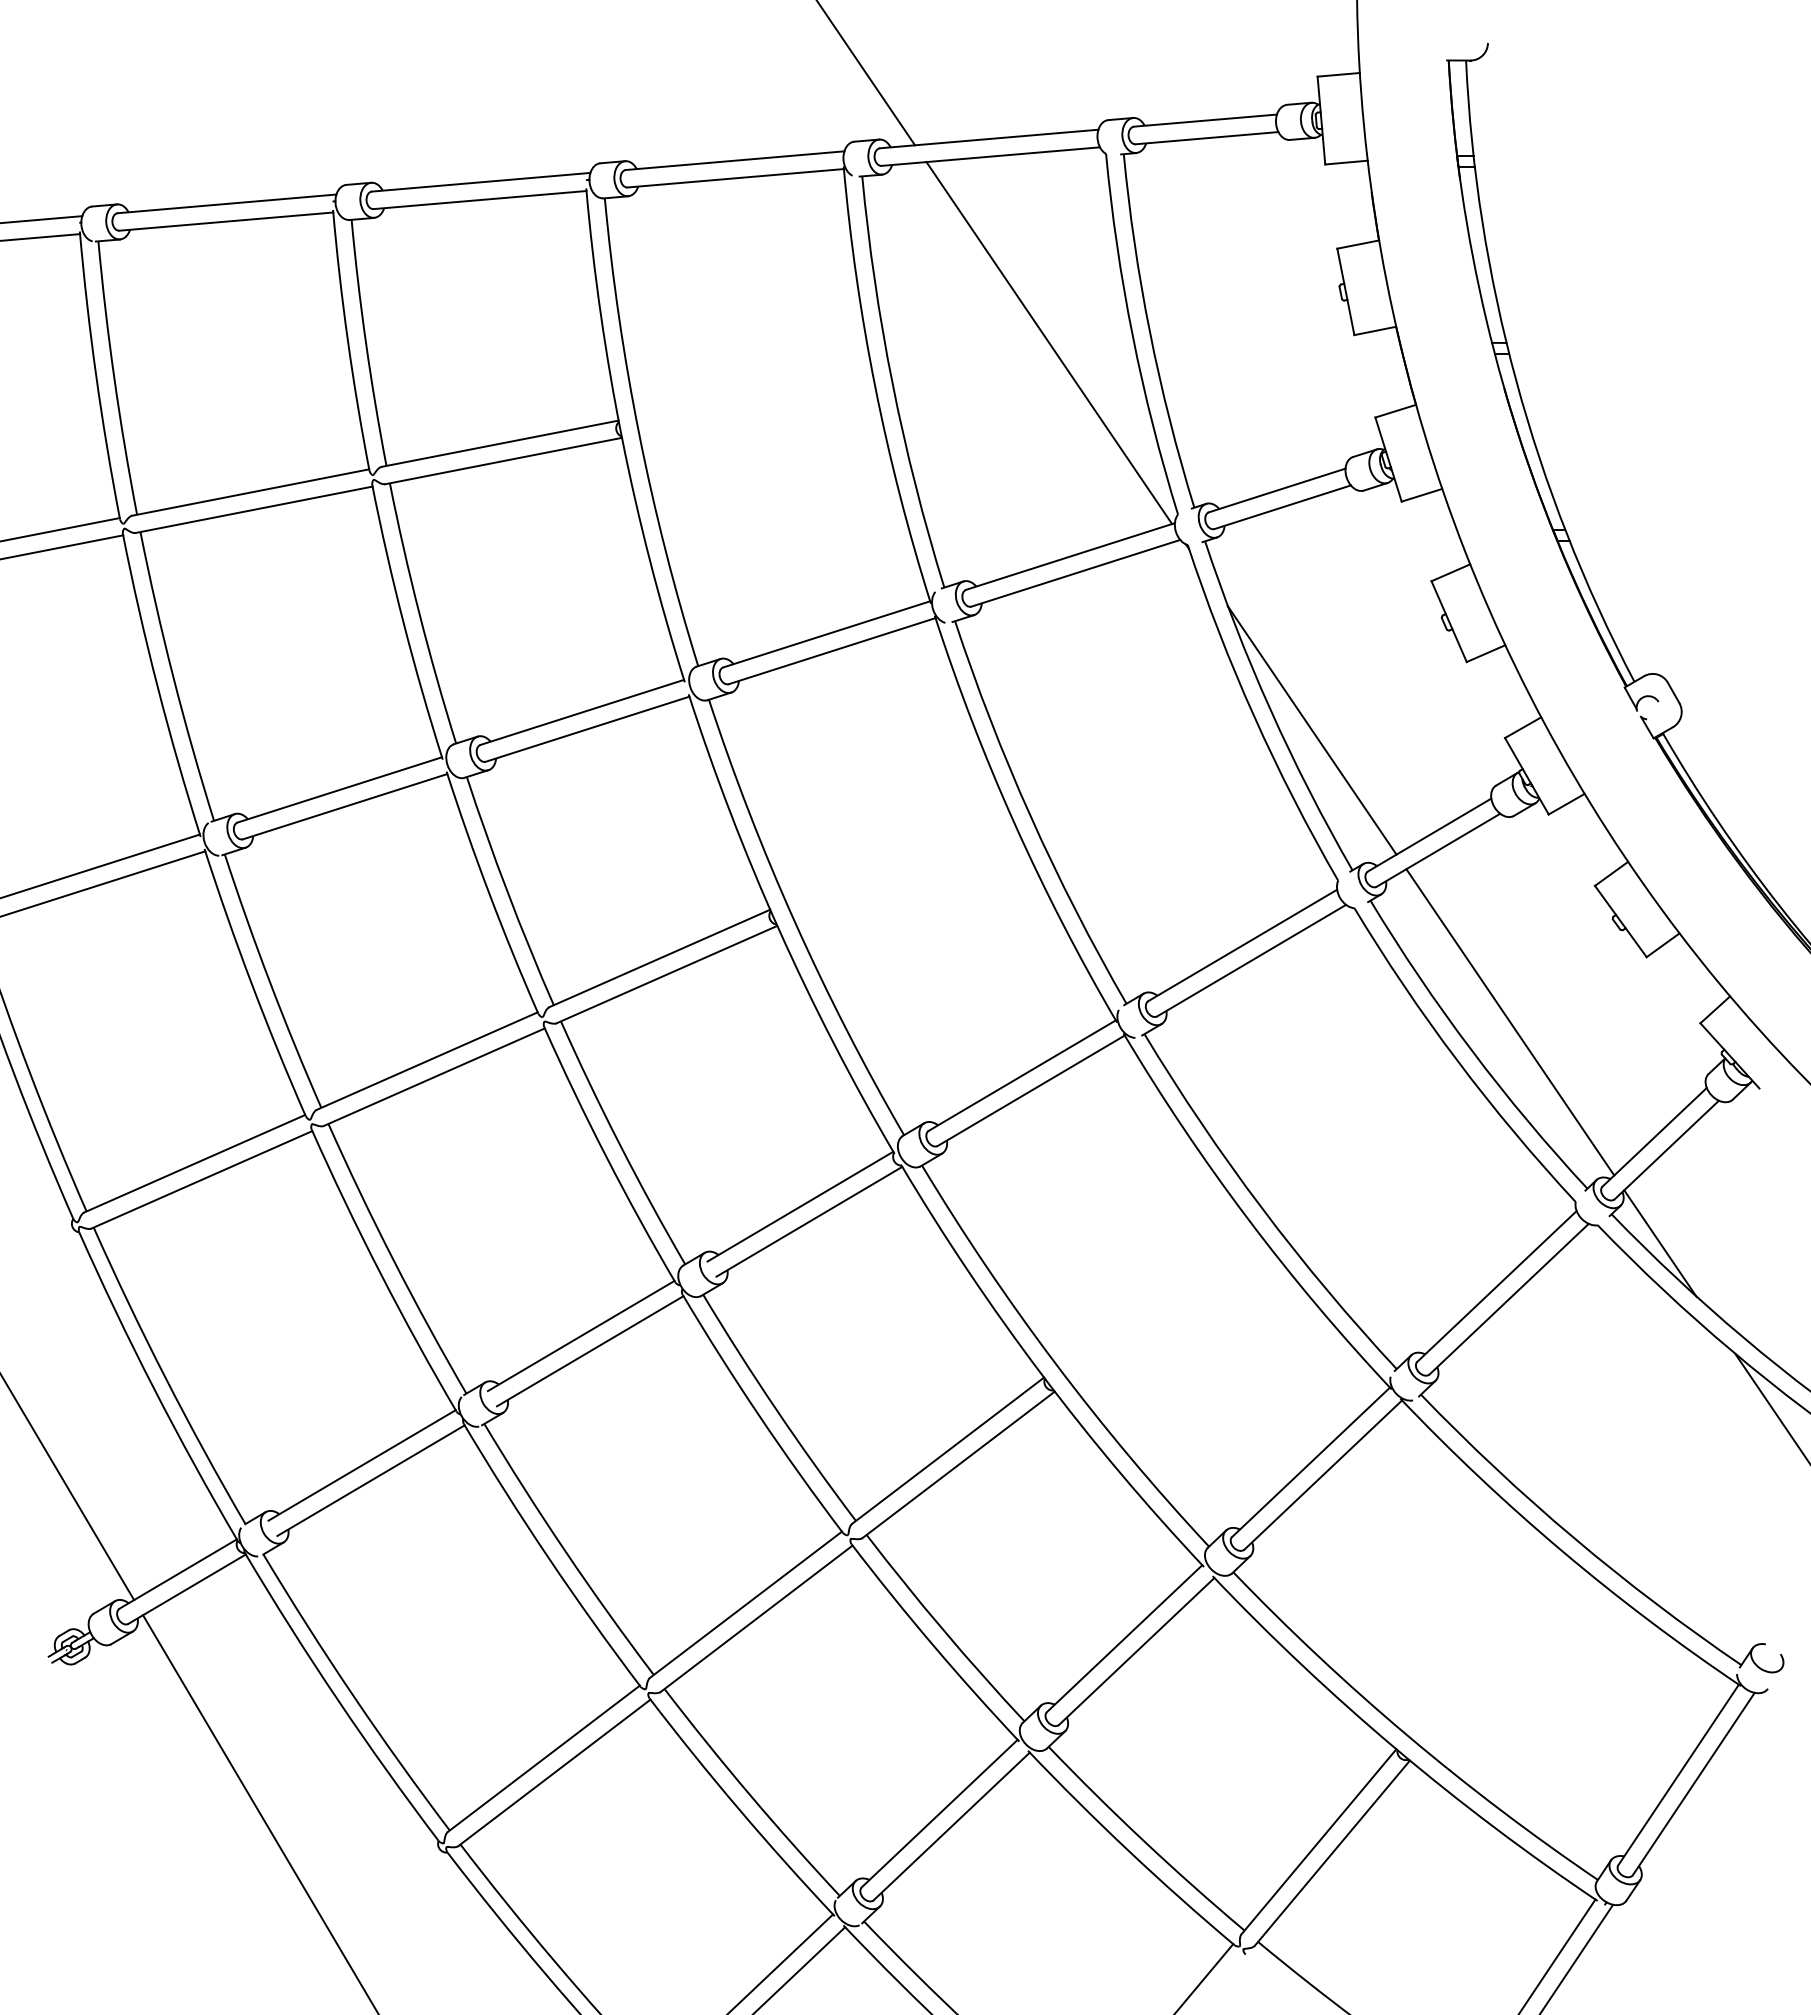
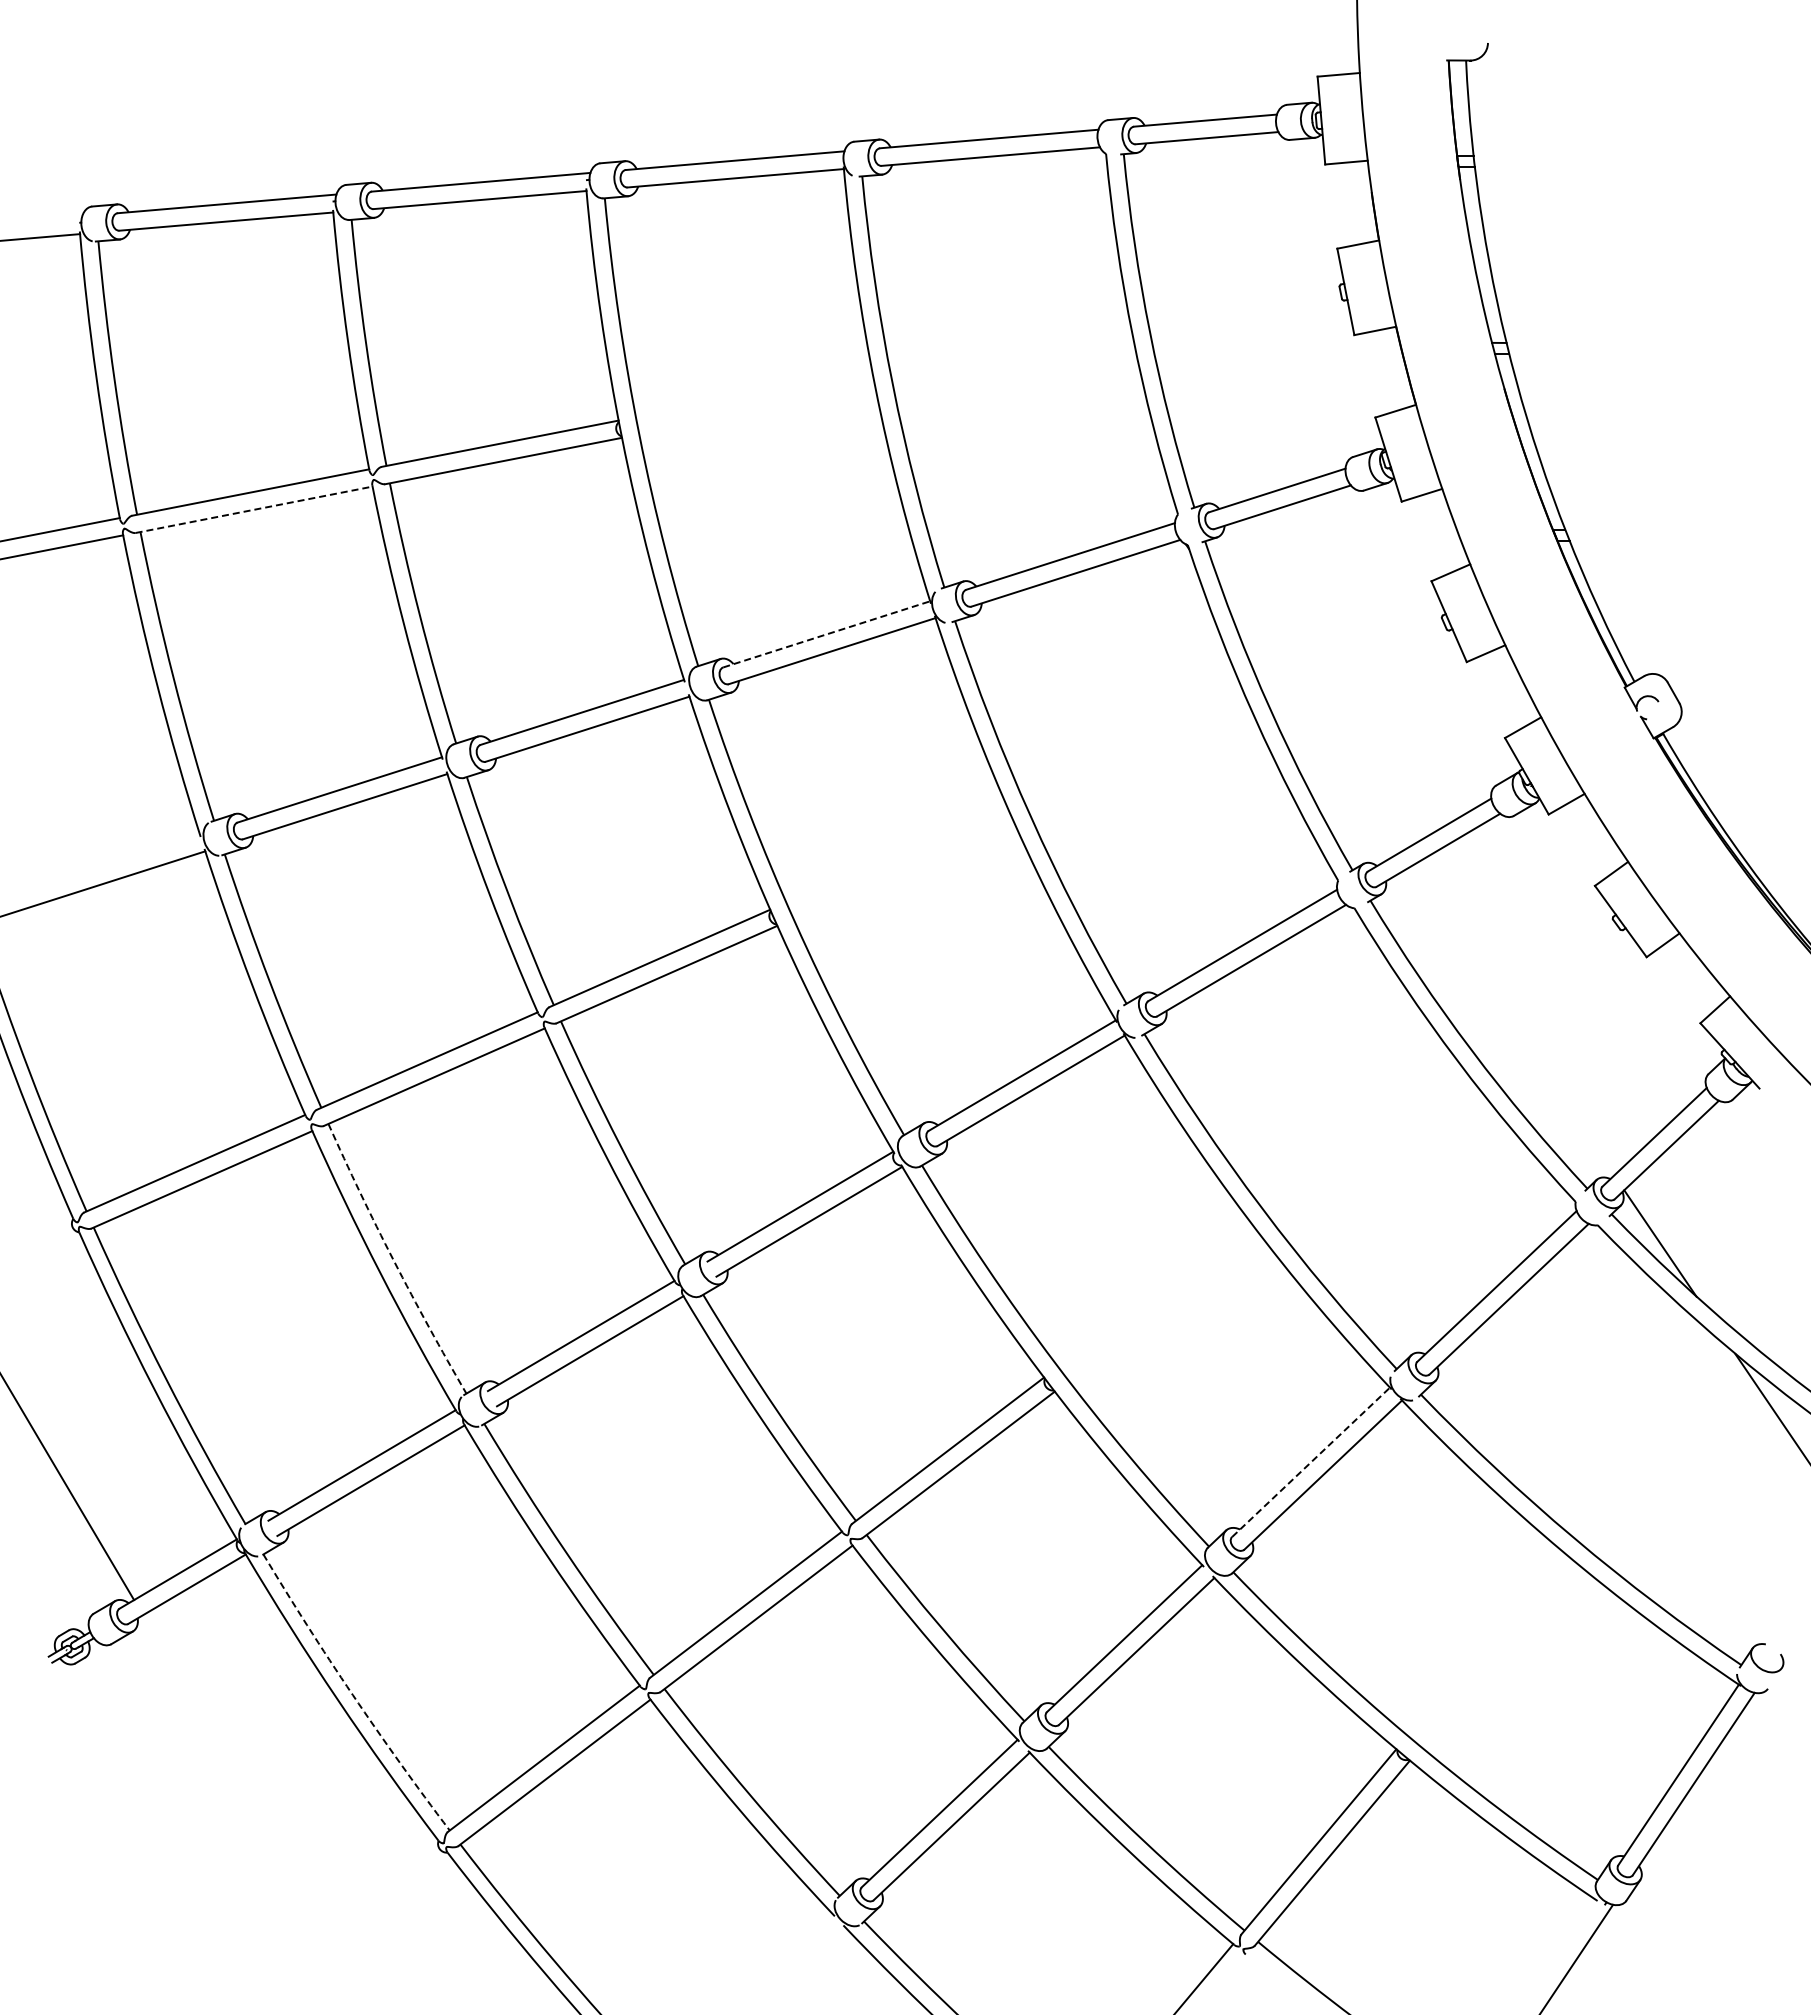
line at (866, 73): present -> none
line at (42, 219): present -> none
line at (1049, 343): present -> none
line at (254, 509): solid -> dashed
line at (826, 634): solid -> dashed
line at (1311, 730): present -> none
line at (100, 865): present -> none
line at (1510, 1022): present -> none
arc at (393, 1260): solid -> dashed
line at (1311, 1462): solid -> dashed
arc at (352, 1695): solid -> dashed
line at (259, 1813): present -> none
line at (1557, 1955): present -> none
line at (781, 1962): present -> none
line at (800, 1969): present -> none
